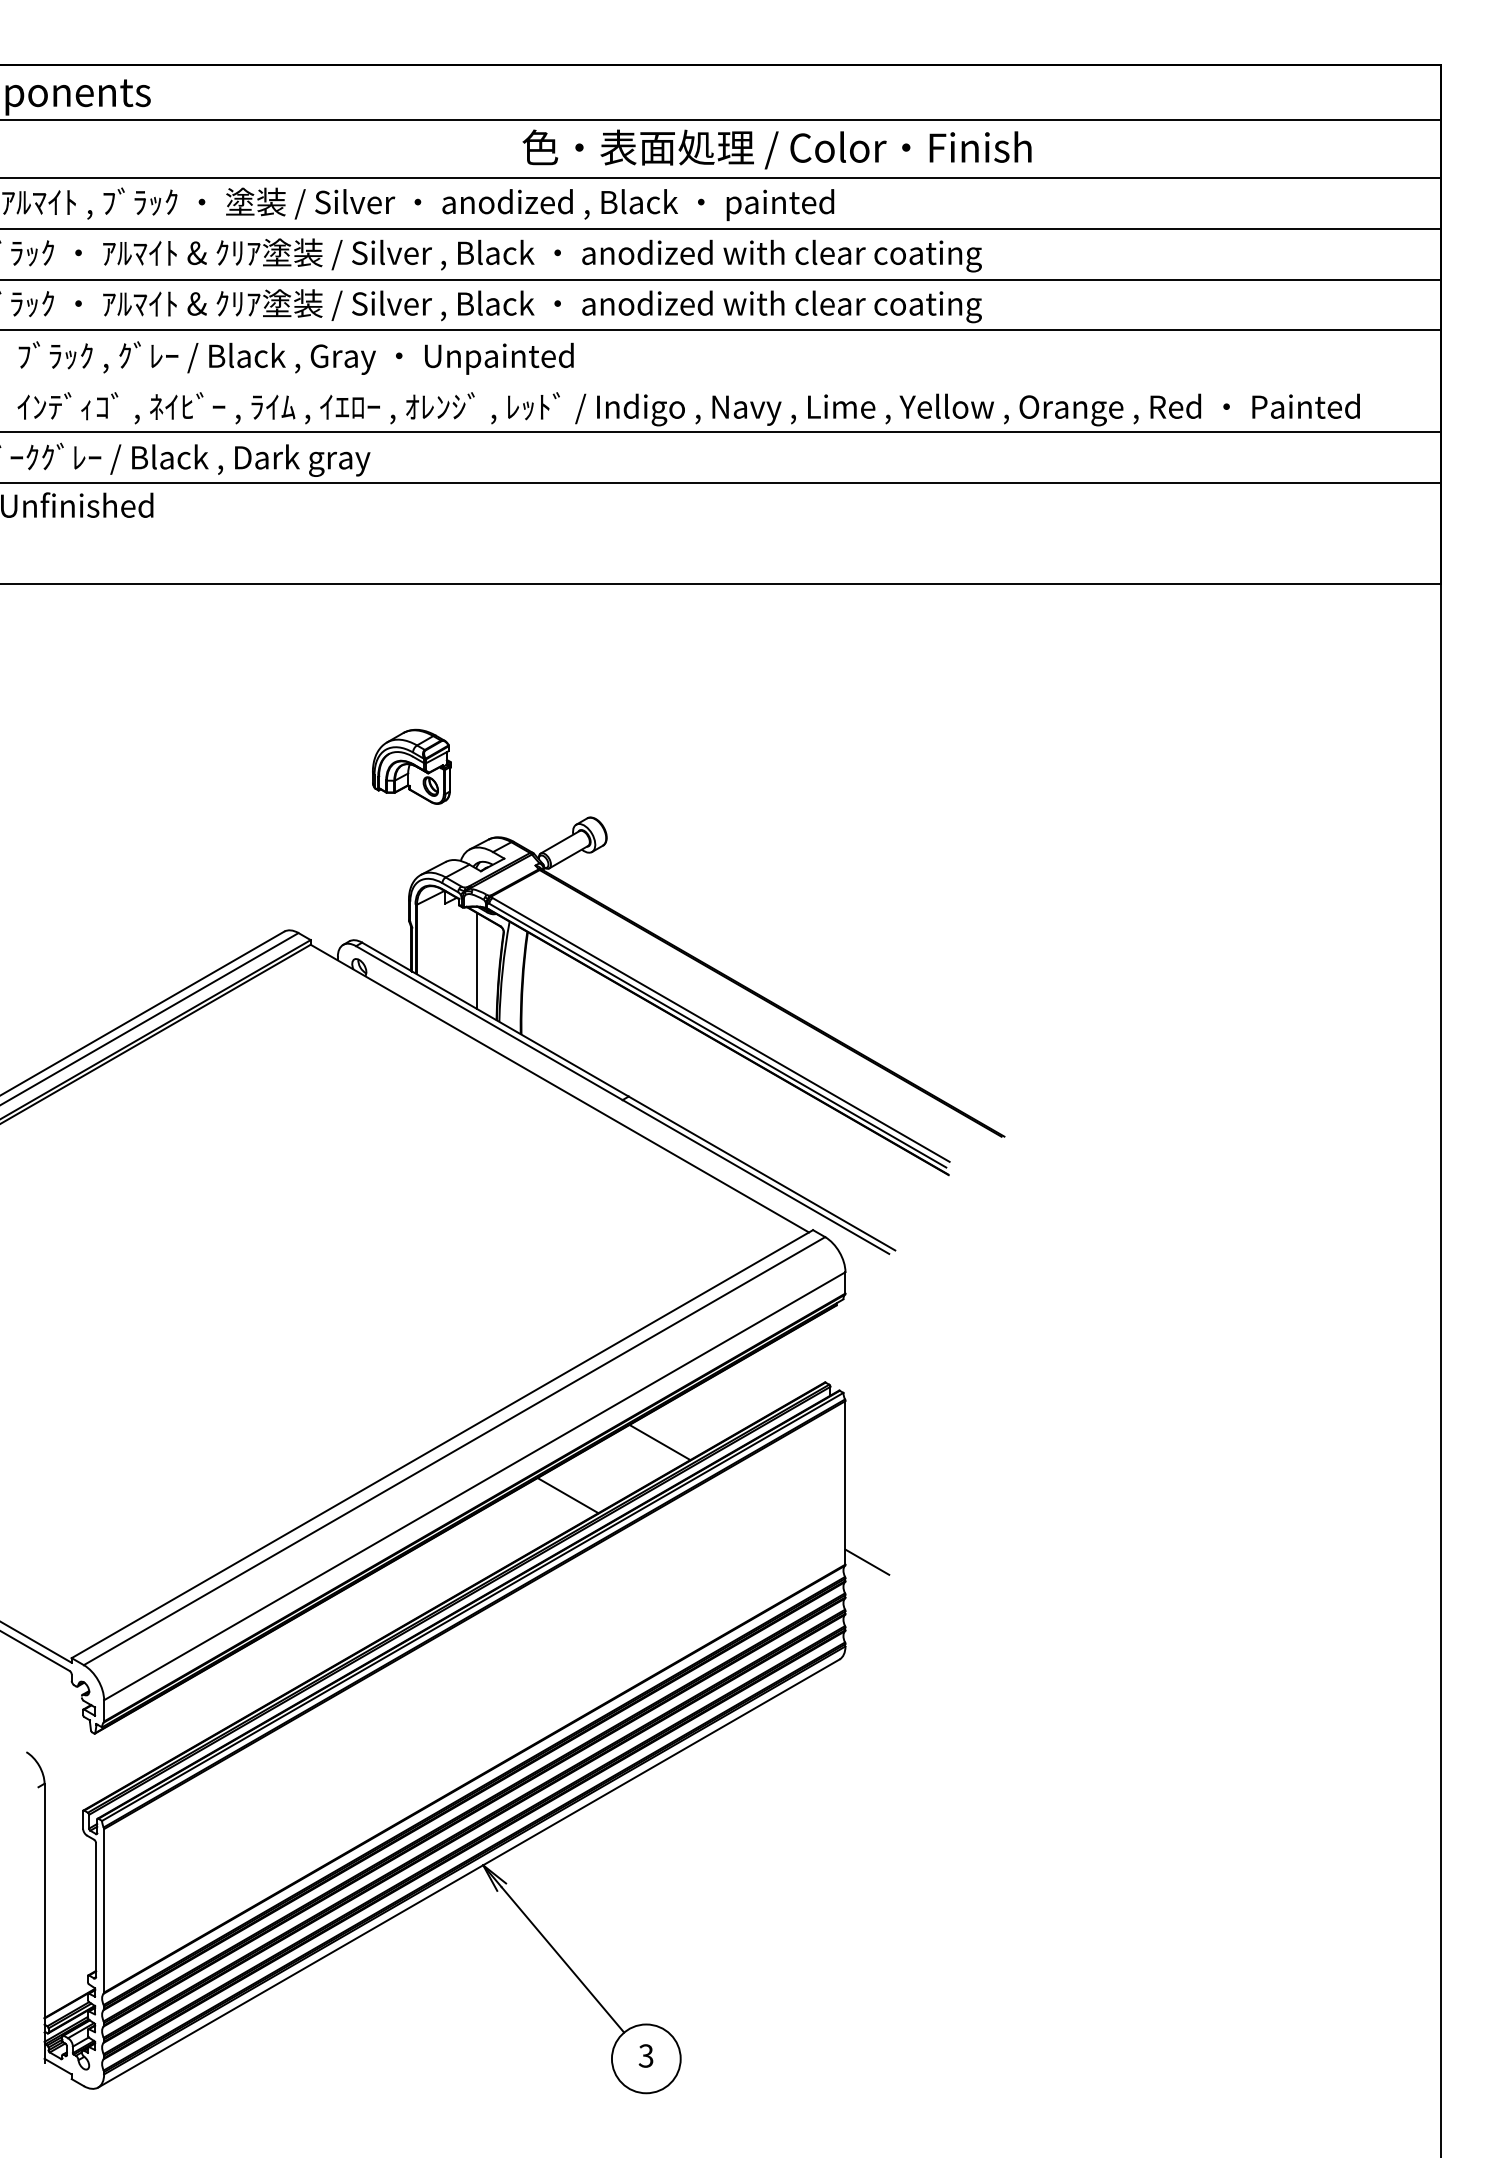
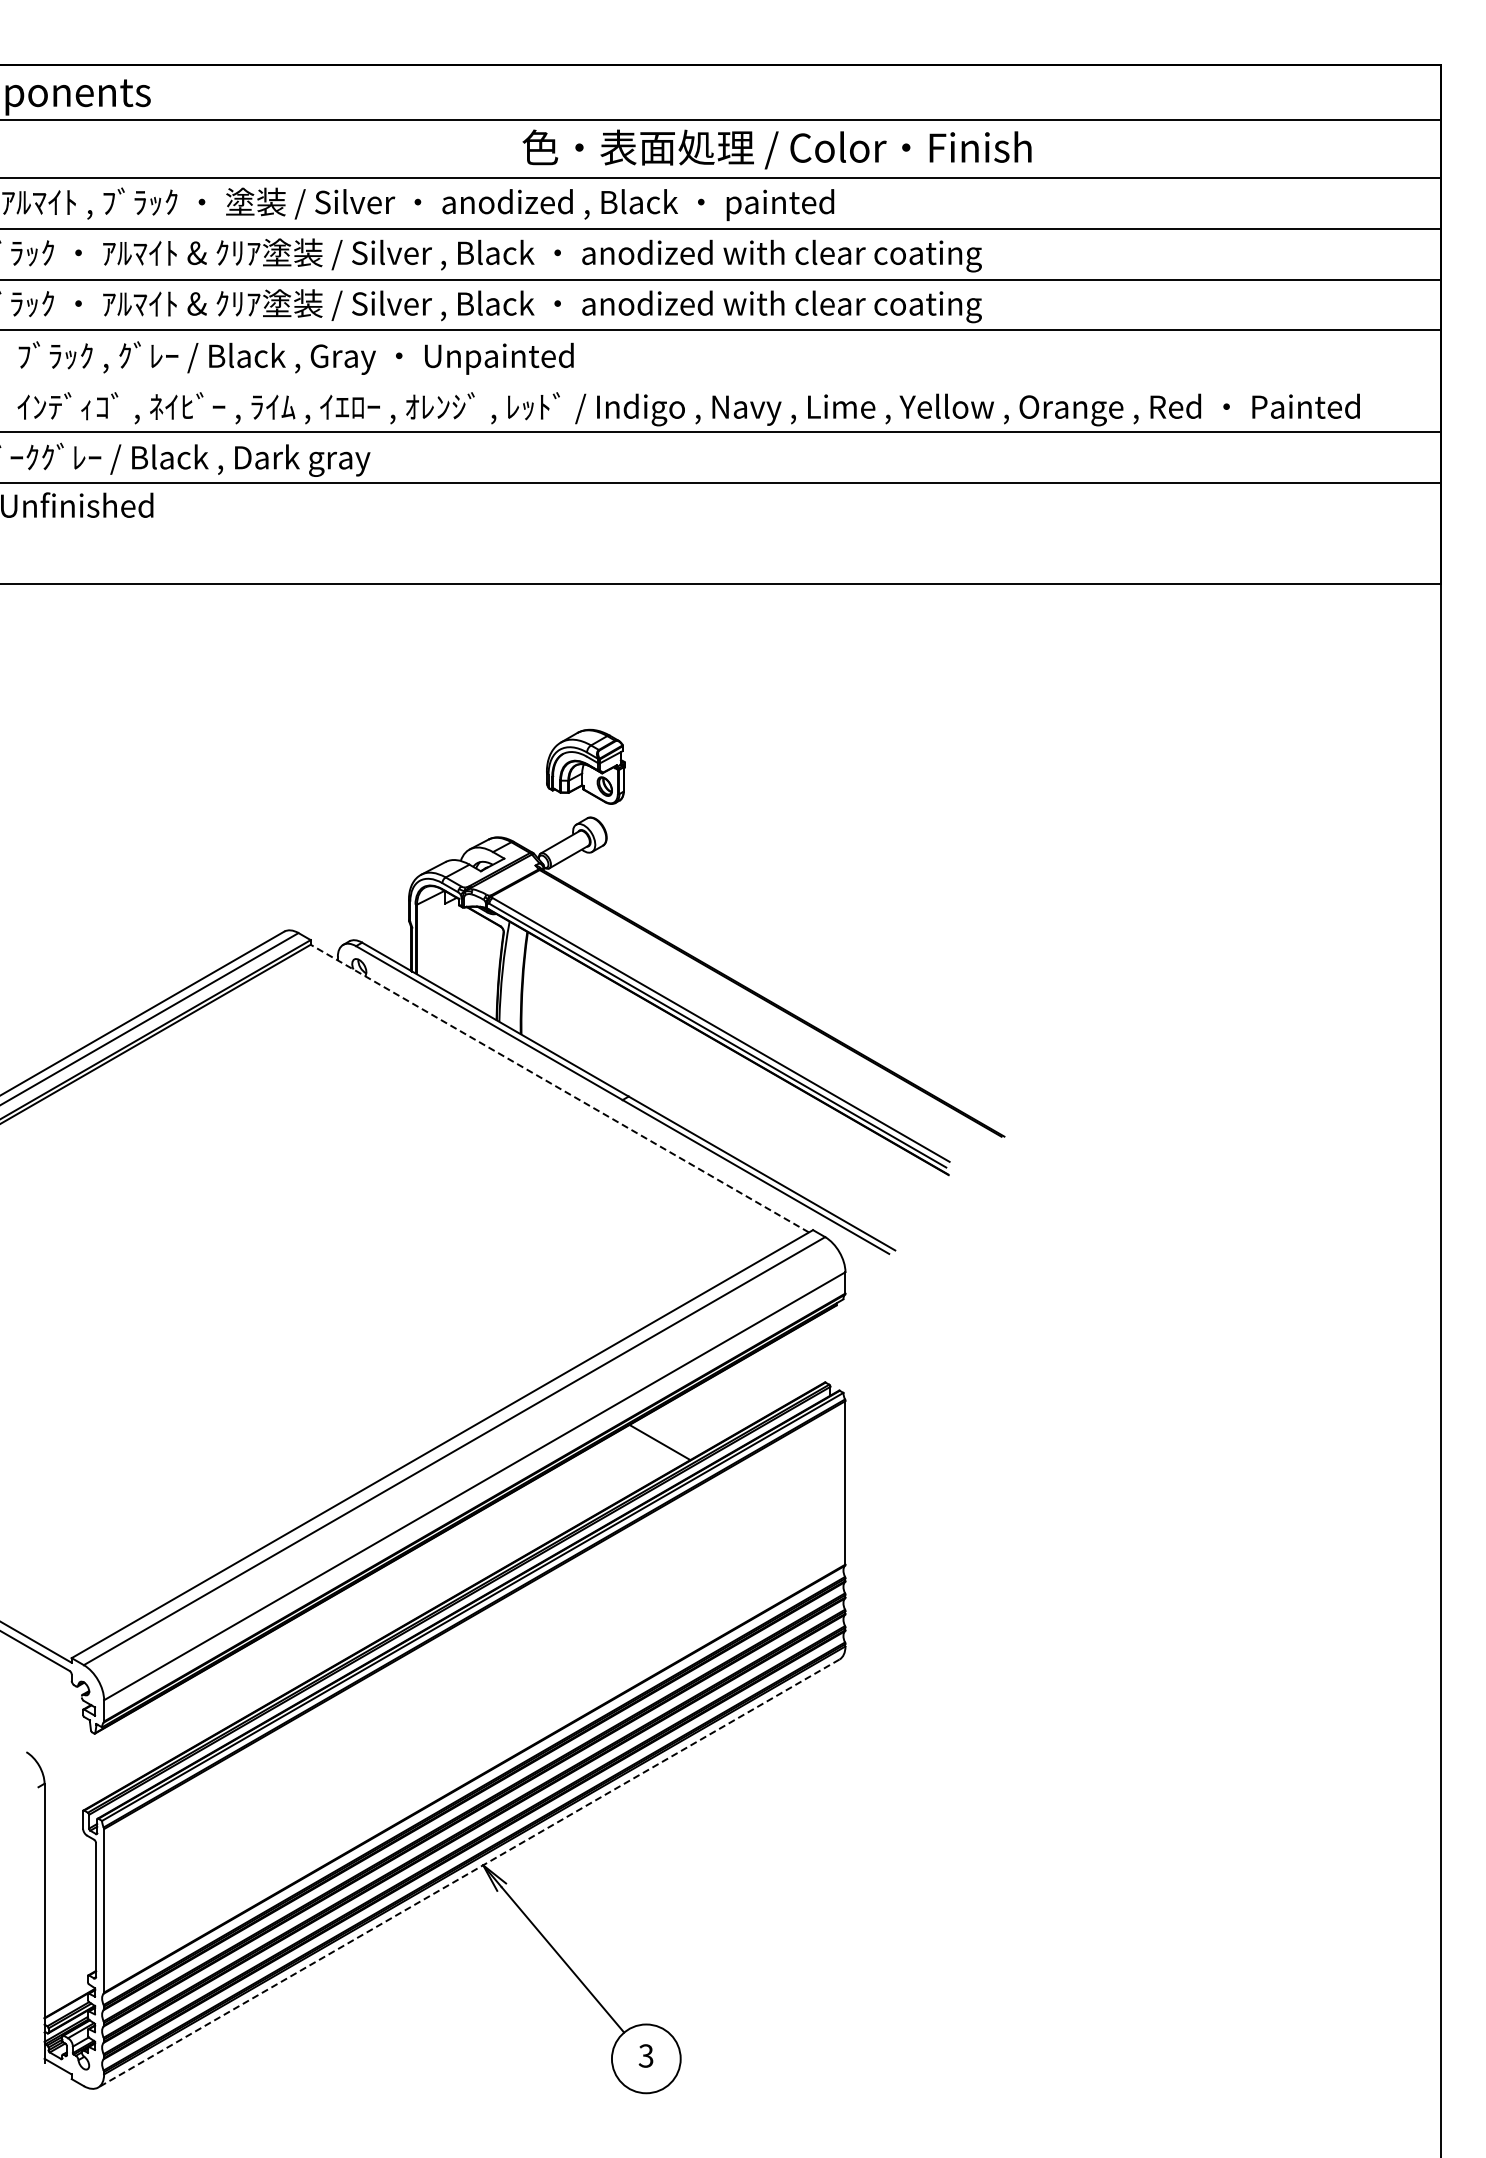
part at (411, 766) position: (411, 766) -> (585, 766)
line at (476, 960): present -> none
line at (559, 1088): solid -> dashed
line at (567, 1495): present -> none
line at (867, 1561): present -> none
line at (468, 1873): solid -> dashed
